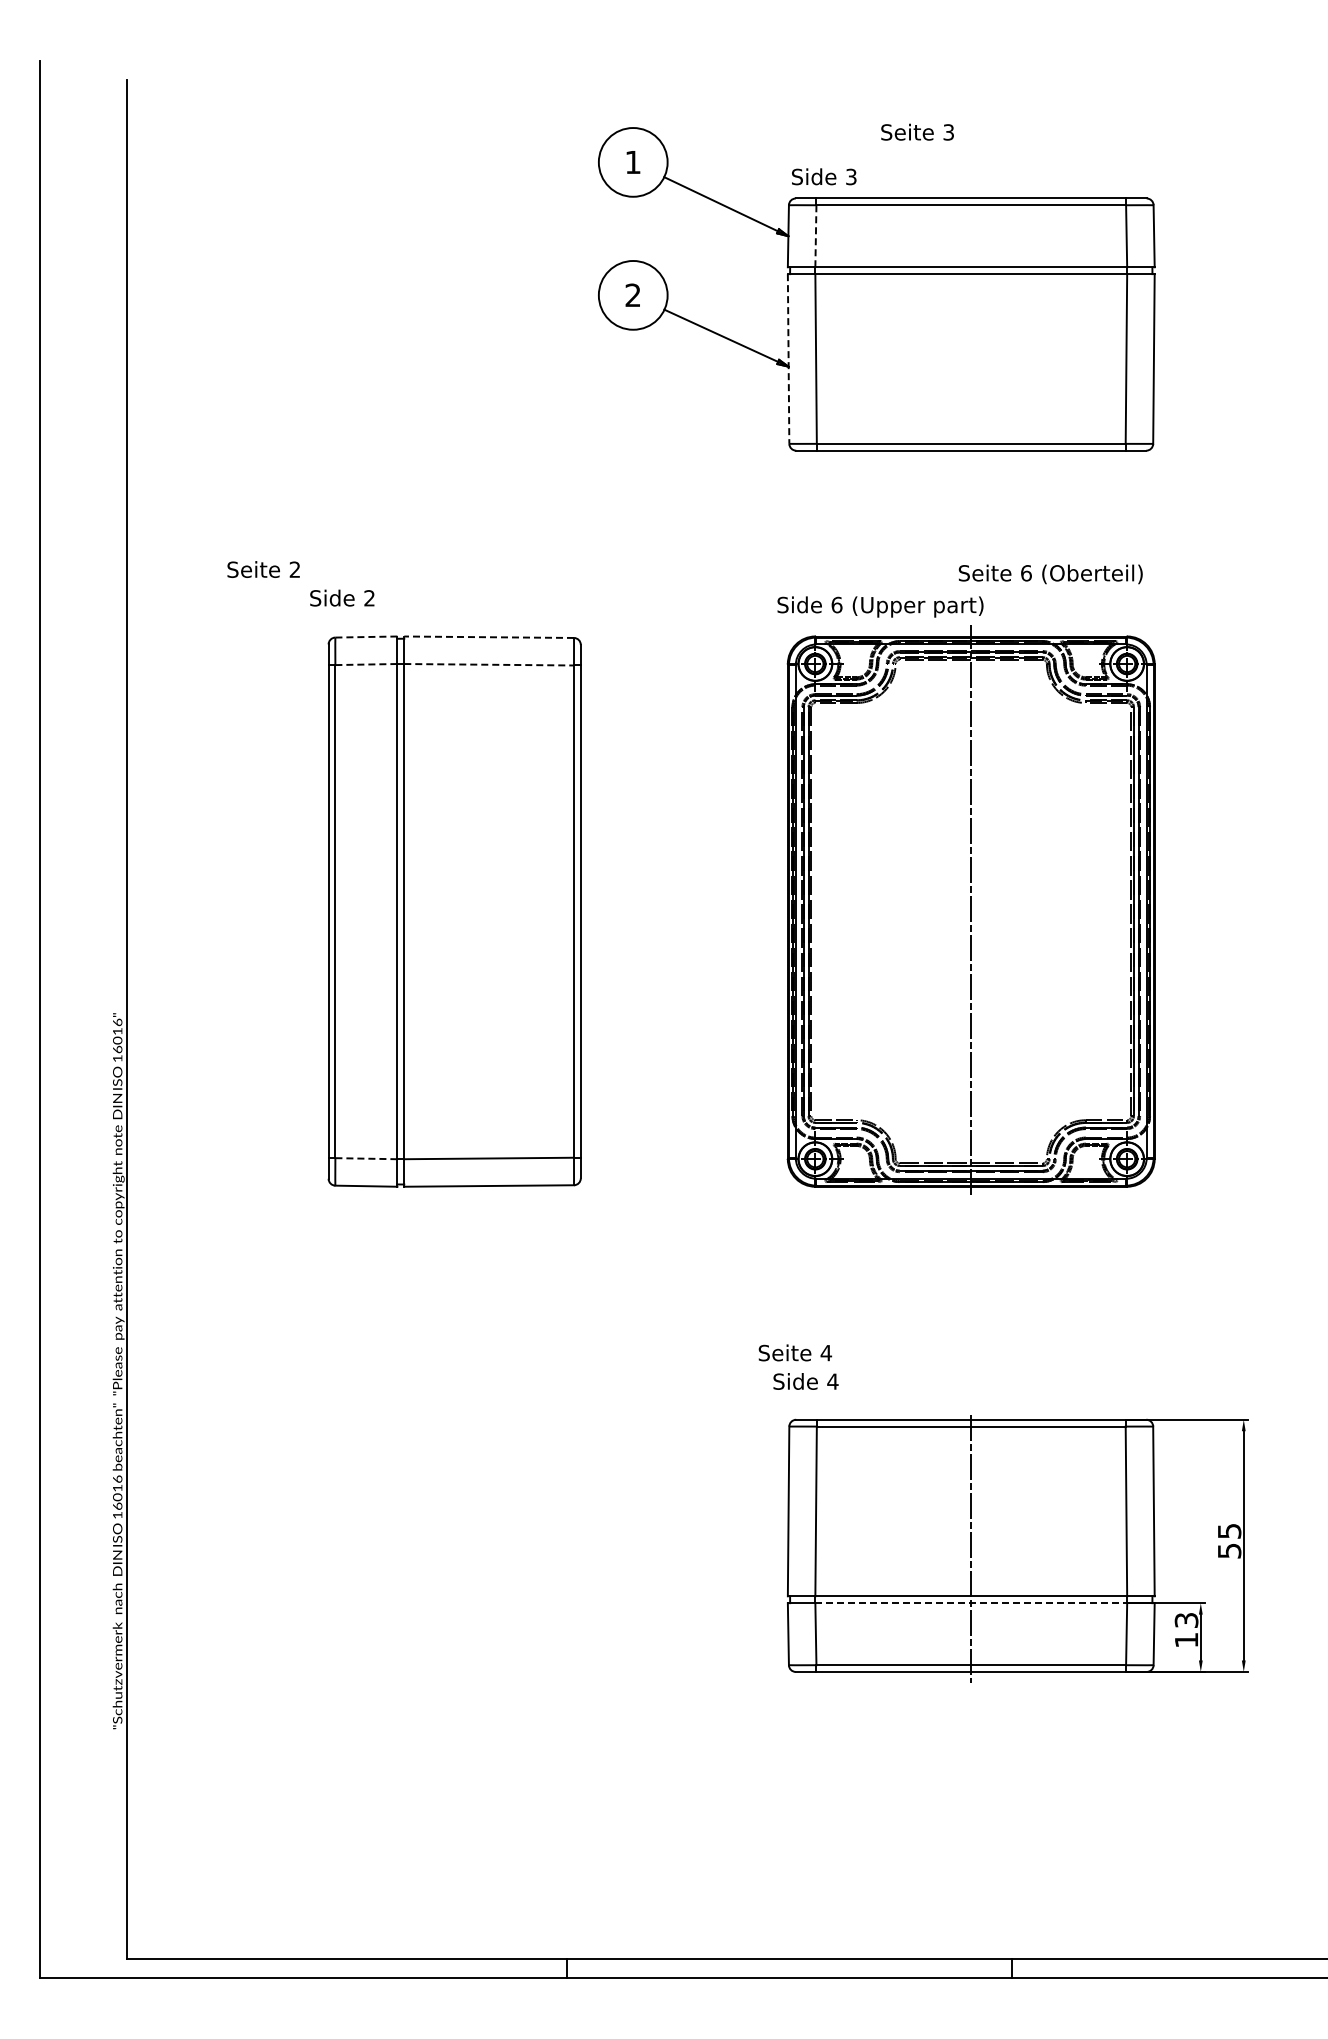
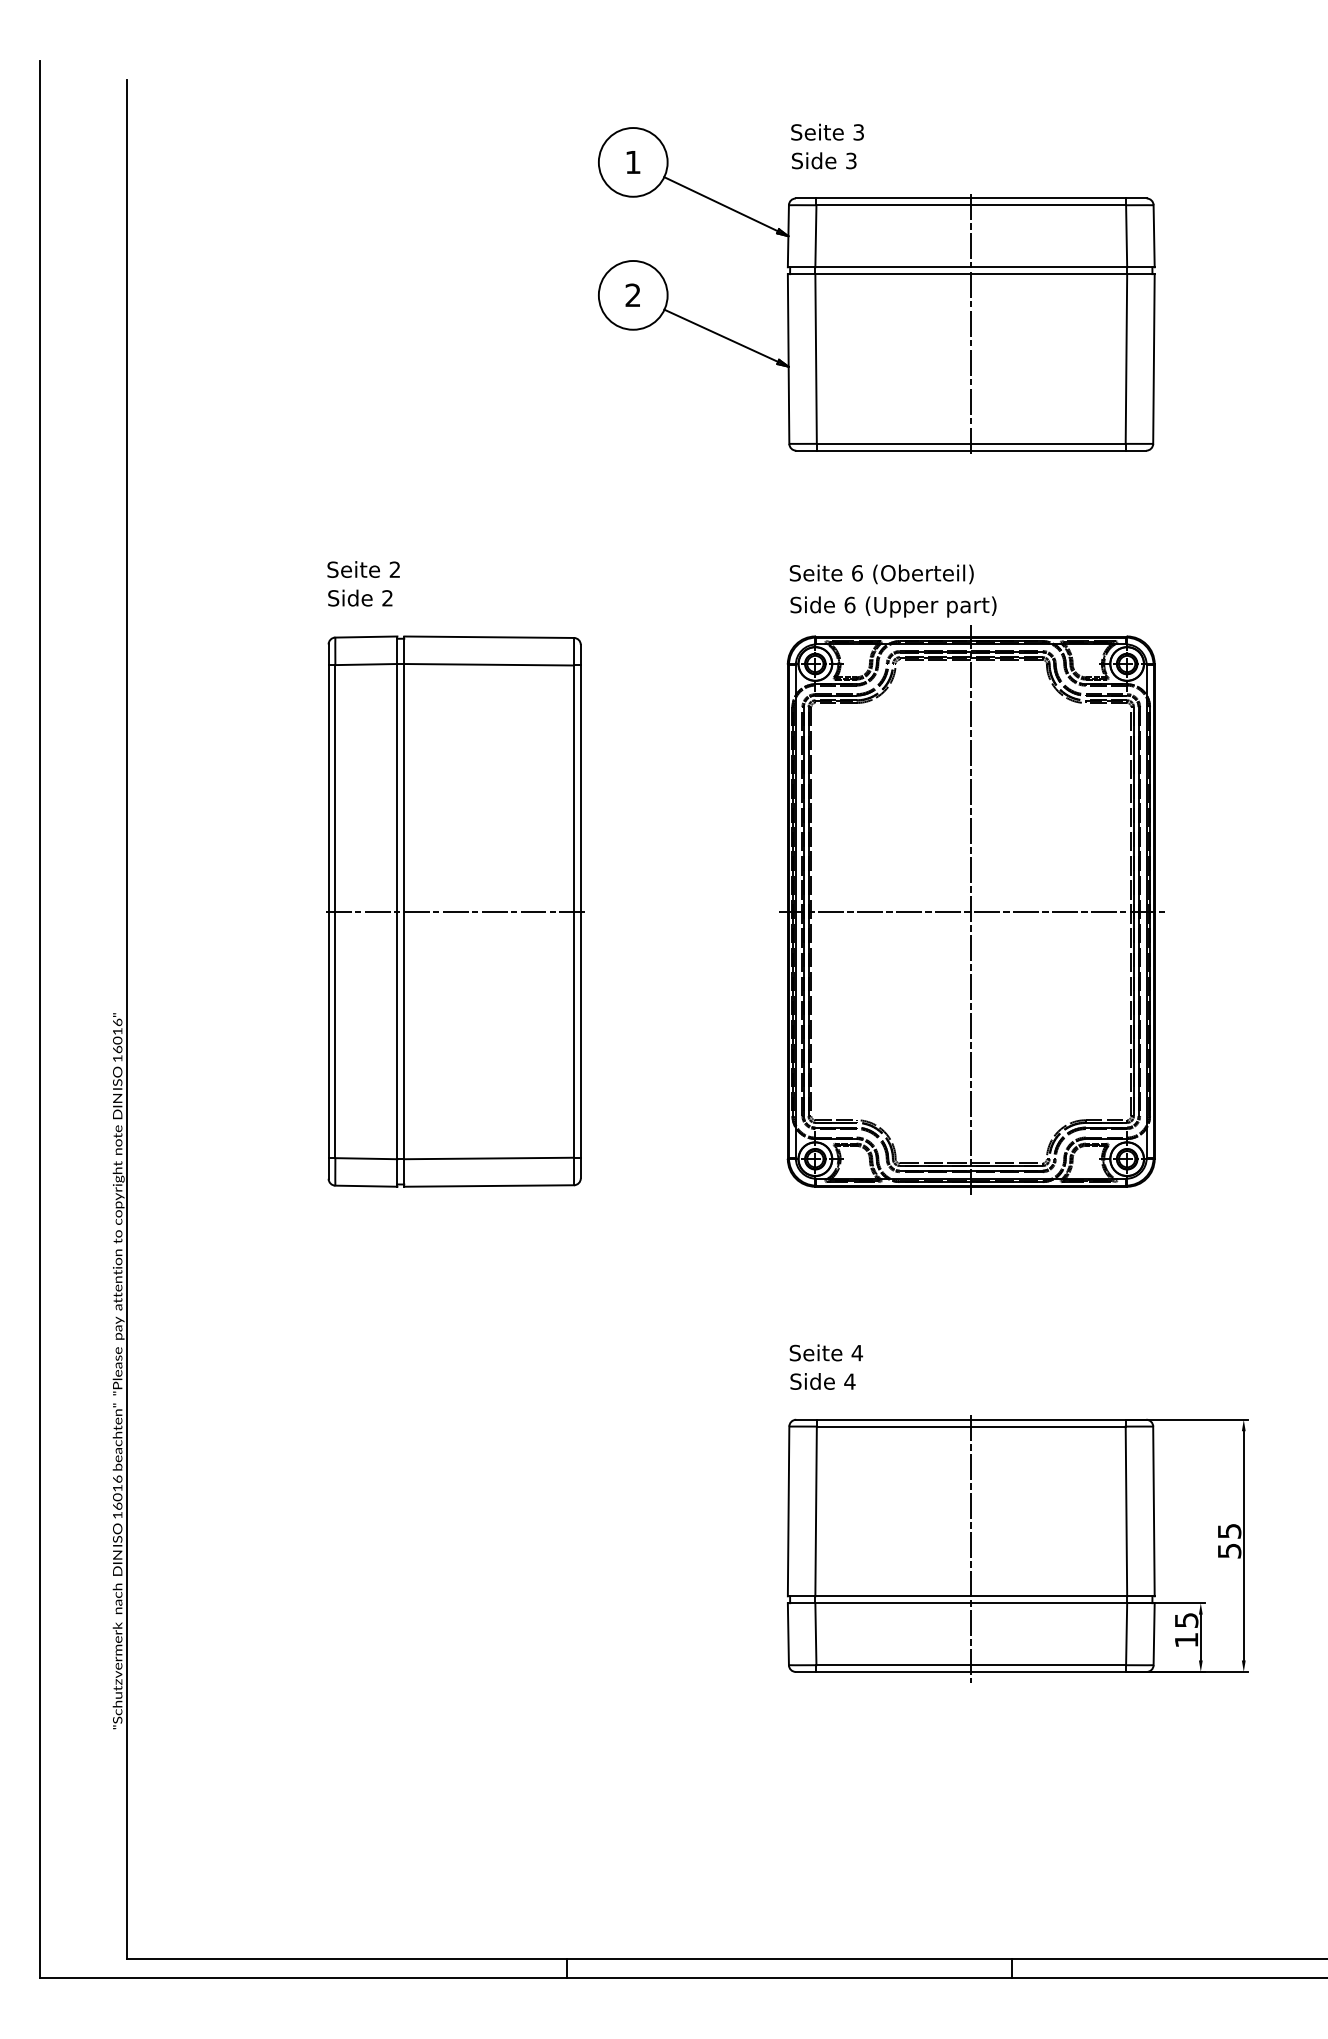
text at (917, 131) position: (917, 131) -> (827, 131)
text at (824, 176) position: (824, 176) -> (824, 160)
line at (815, 235): dashed -> solid
line at (971, 324): none -> present
line at (788, 359): dashed -> solid
text at (263, 569) position: (263, 569) -> (363, 569)
text at (1050, 574) position: (1050, 574) -> (881, 574)
text at (342, 597) position: (342, 597) -> (360, 597)
text at (880, 606) position: (880, 606) -> (893, 606)
line at (365, 637): dashed -> solid
line at (489, 637): dashed -> solid
line at (366, 664): dashed -> solid
line at (489, 664): dashed -> solid
line at (454, 911): none -> present
line at (972, 911): none -> present
line at (365, 1158): dashed -> solid
text at (795, 1352) position: (795, 1352) -> (826, 1352)
text at (805, 1381) position: (805, 1381) -> (822, 1381)
line at (971, 1603): dashed -> solid
text at (1185, 1620): 13 -> 15
